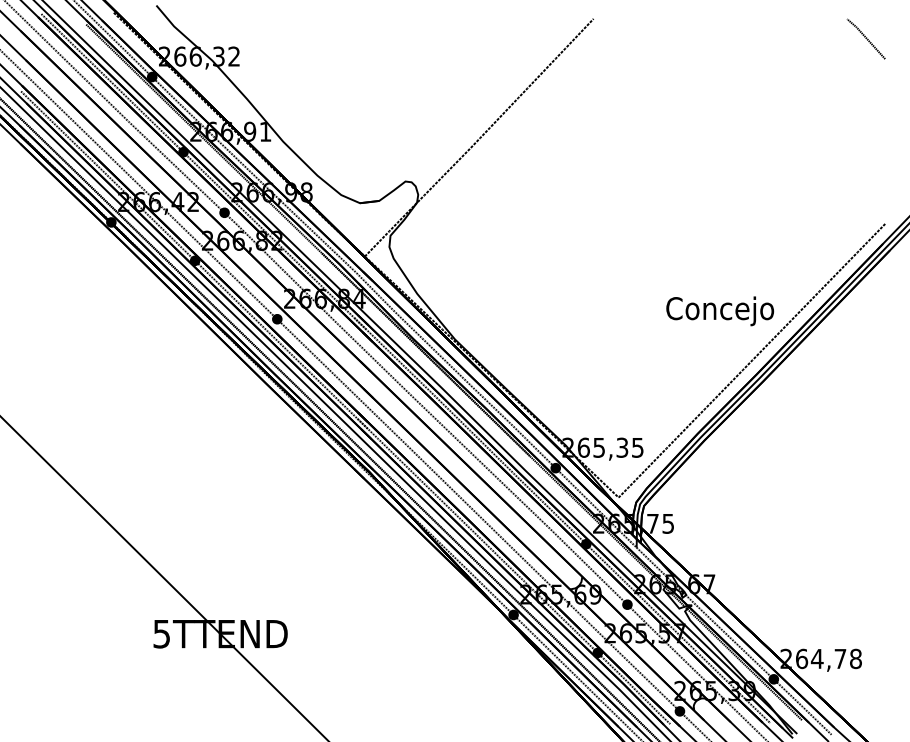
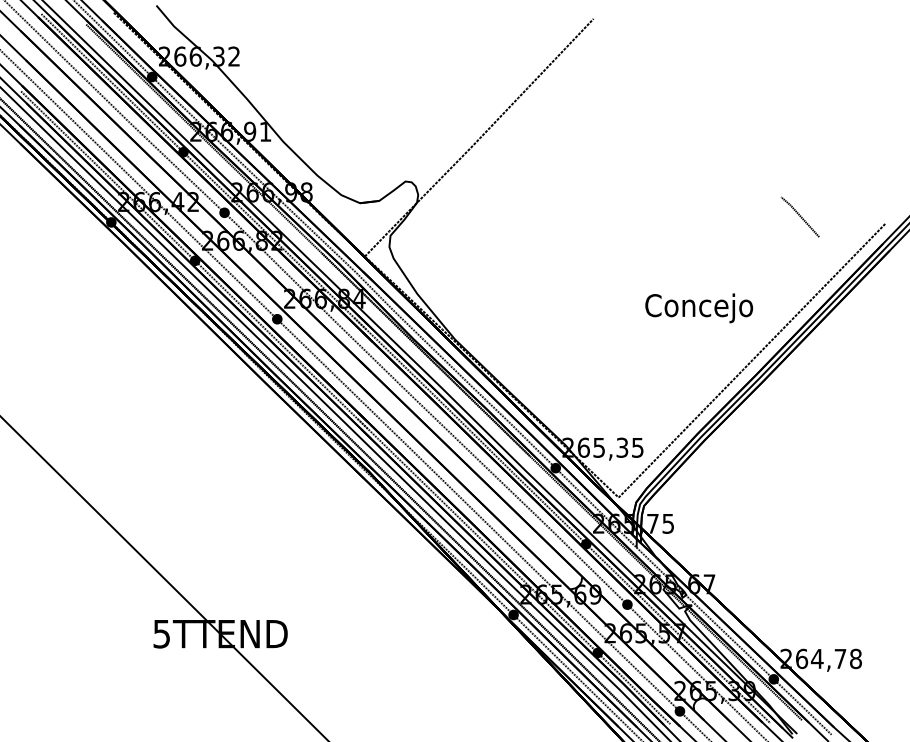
line at (865, 38) position: (865, 38) -> (799, 216)
text at (720, 311) position: (720, 311) -> (699, 308)
